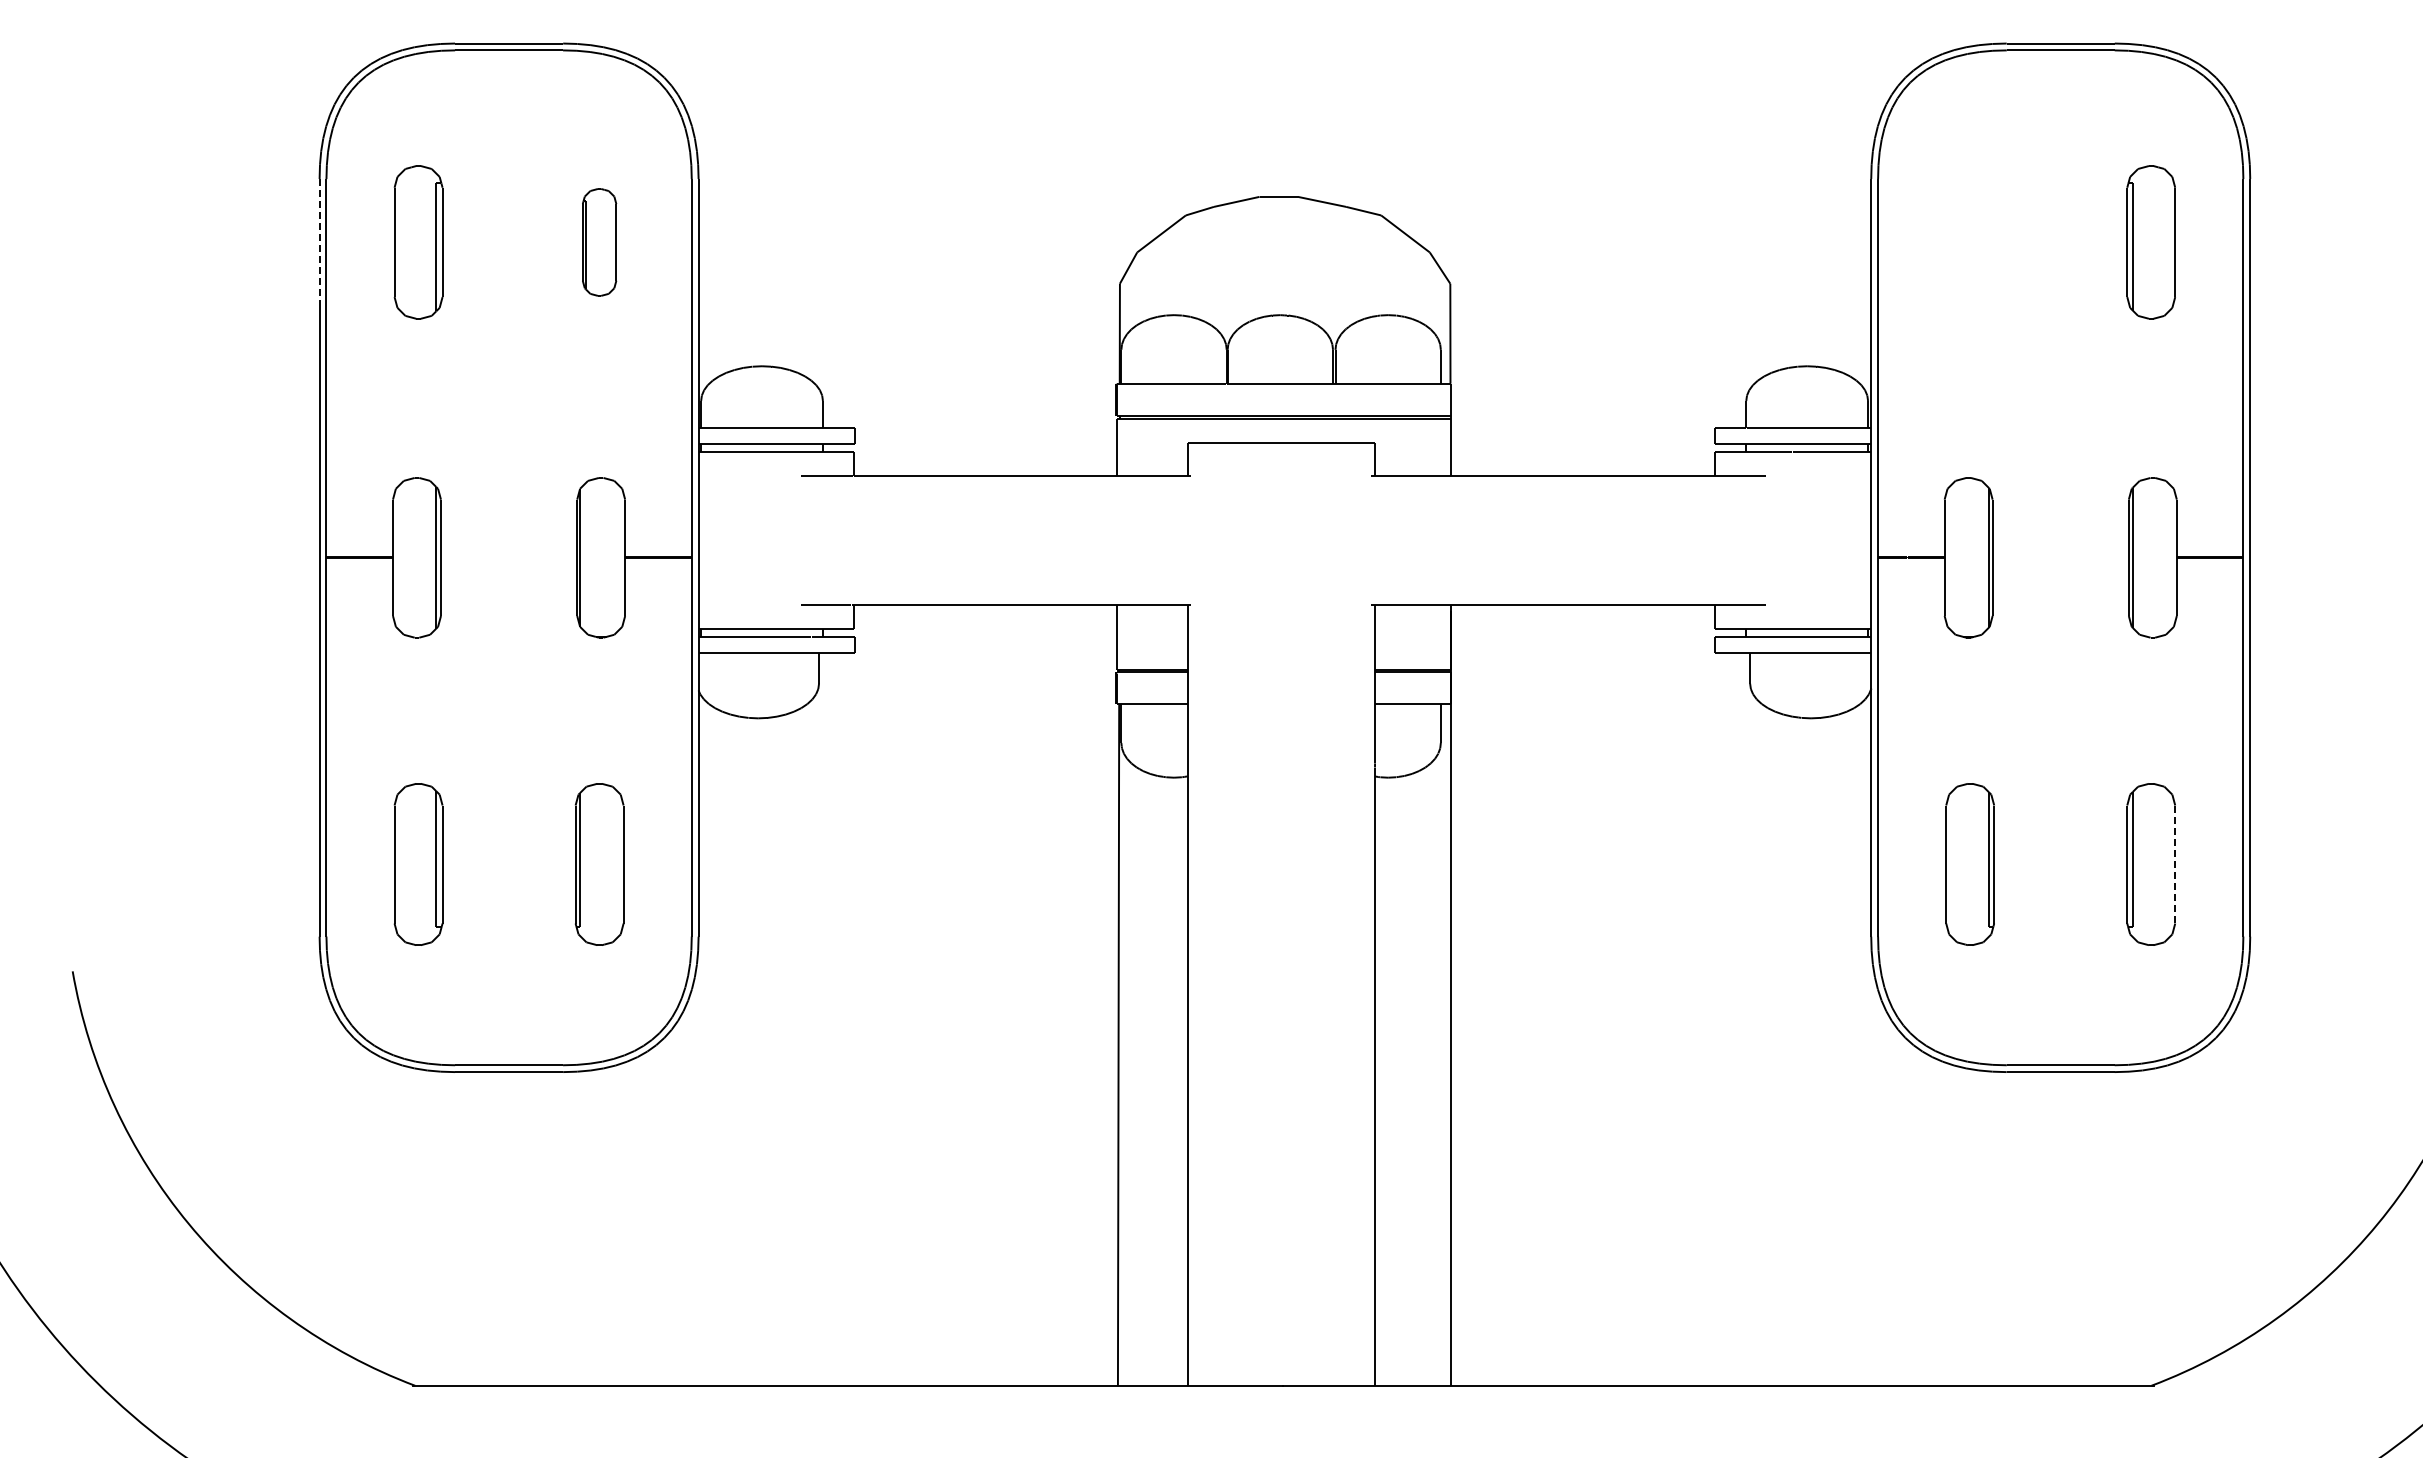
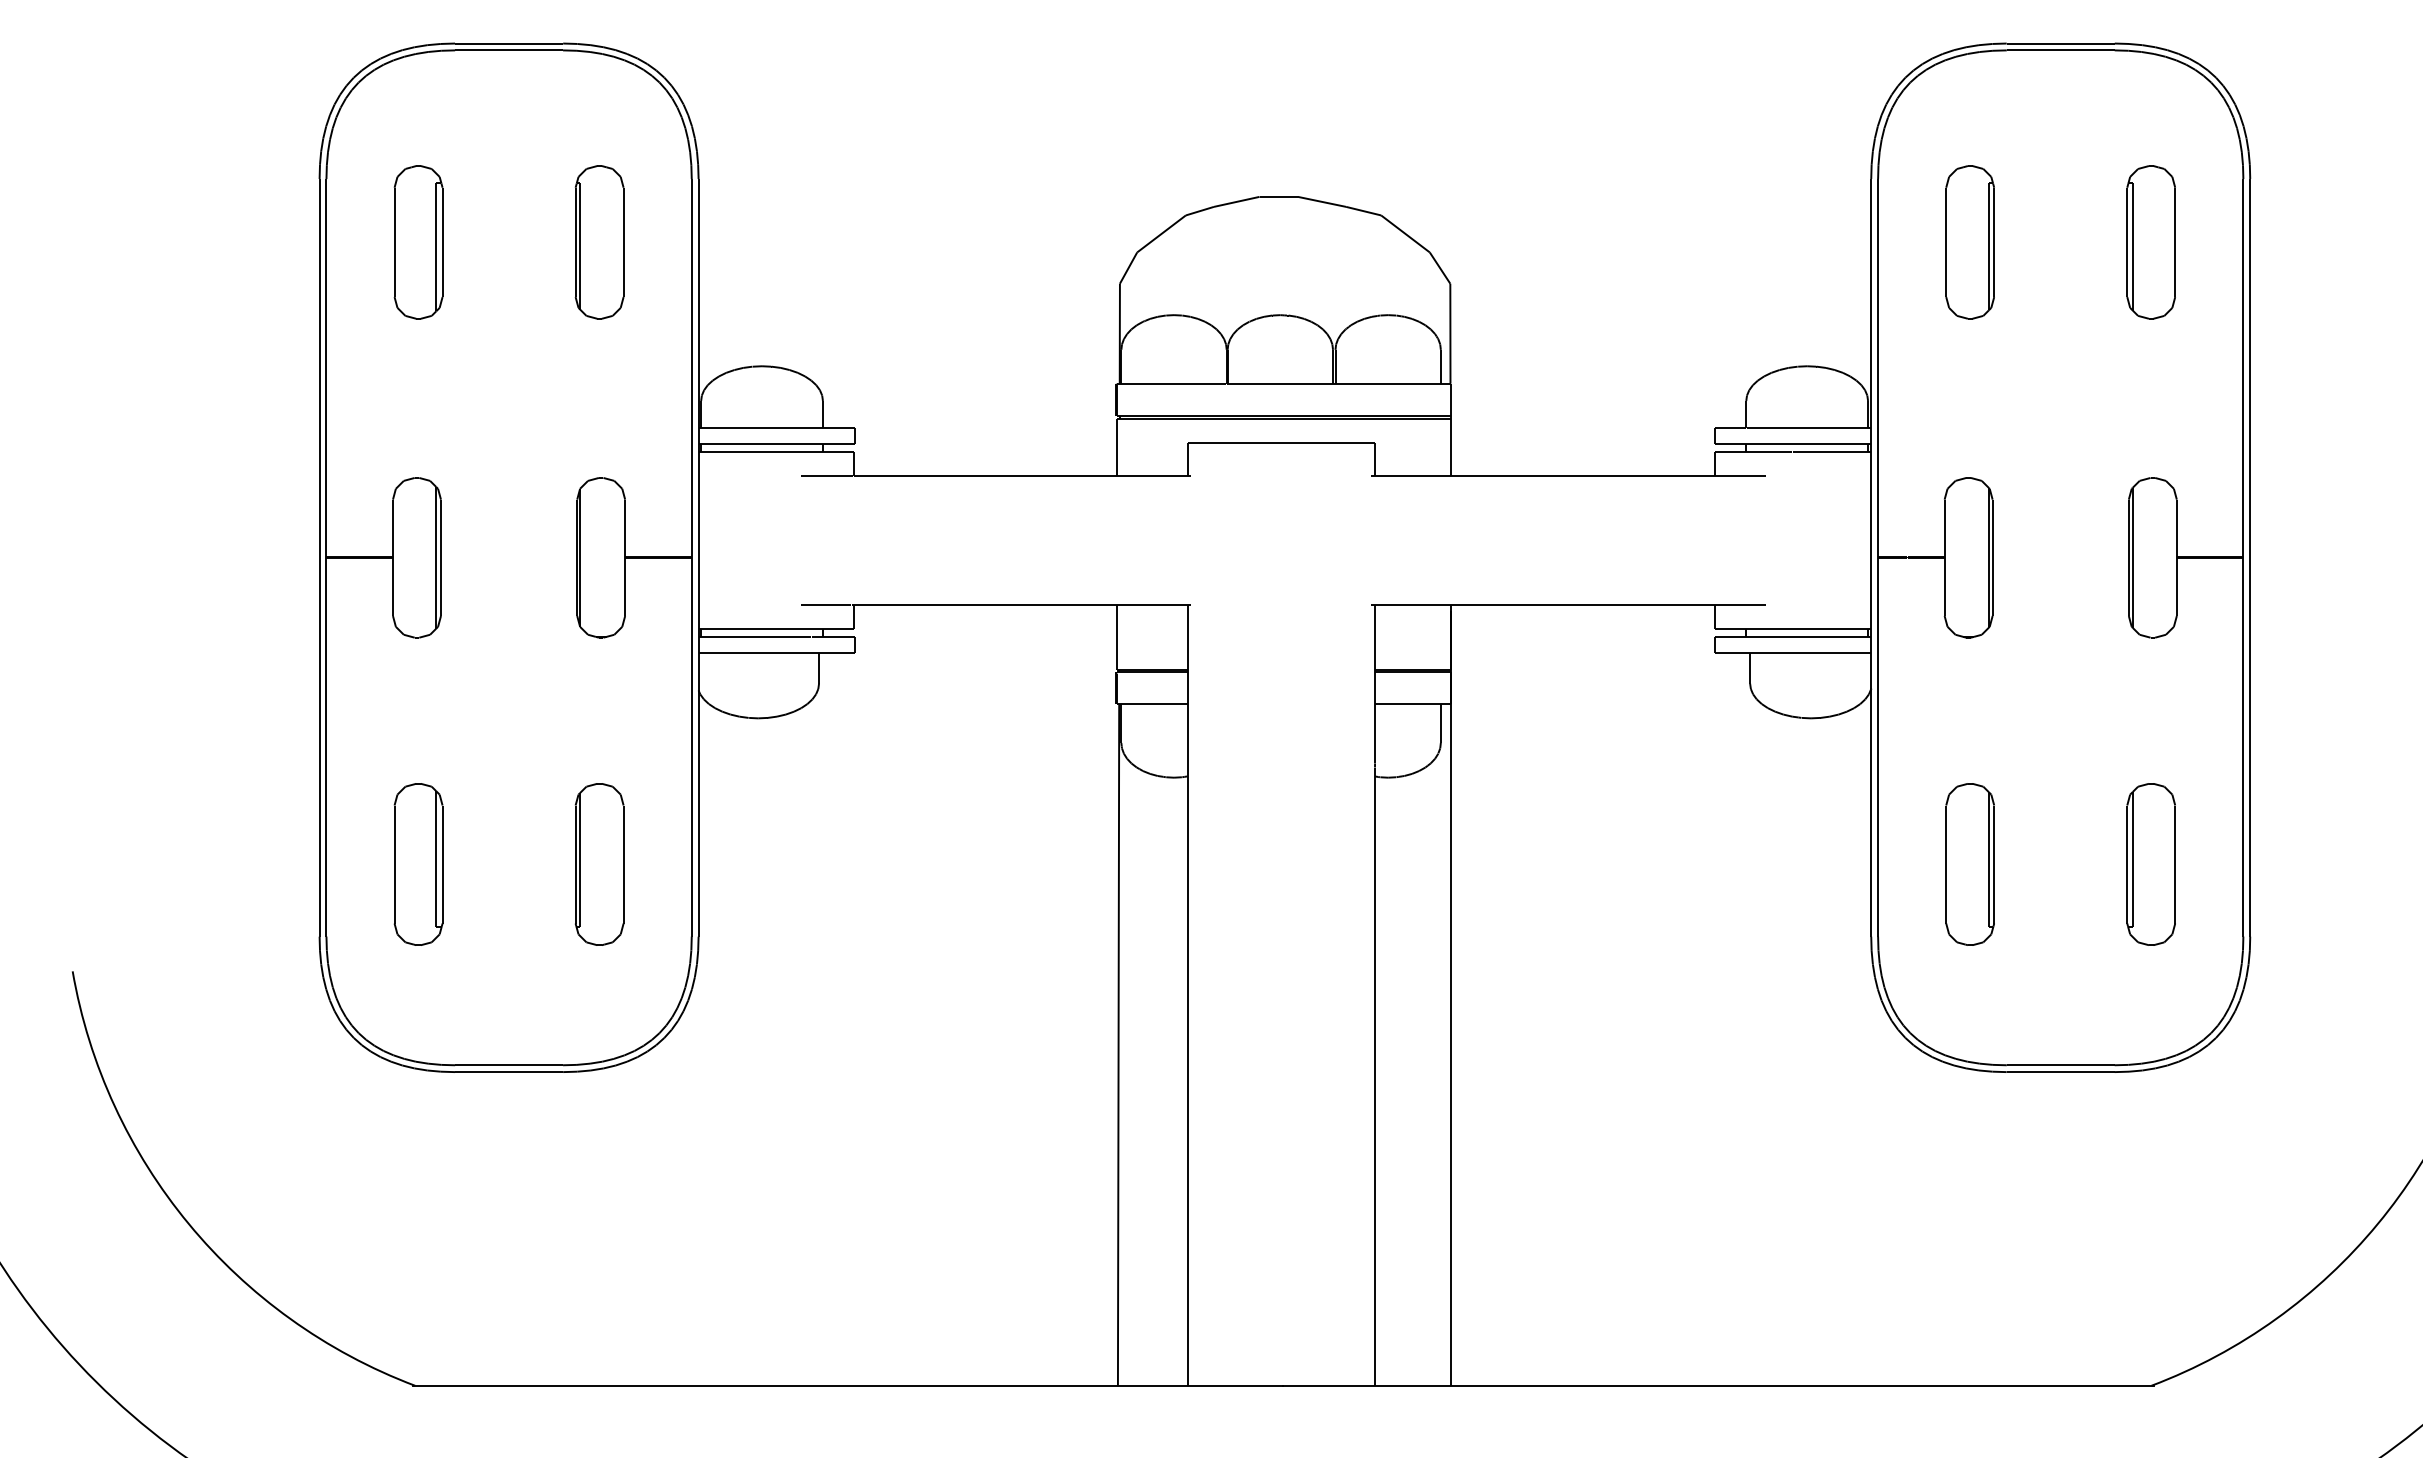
line at (319, 239): dashed -> solid
part at (599, 242) size: 36x109 px -> 51x155 px
part at (1969, 242): none -> present
line at (2175, 864): dashed -> solid
